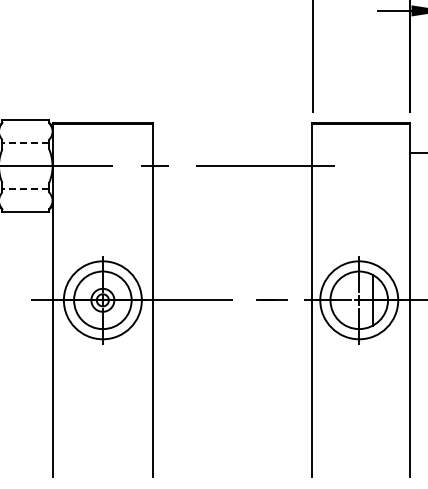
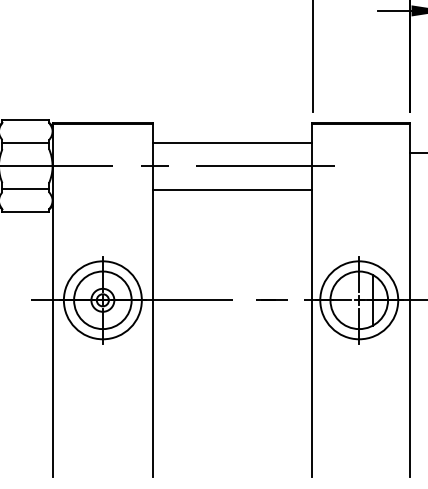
line at (232, 142): none -> present
line at (25, 143): dashed -> solid
line at (25, 189): dashed -> solid
line at (232, 189): none -> present
